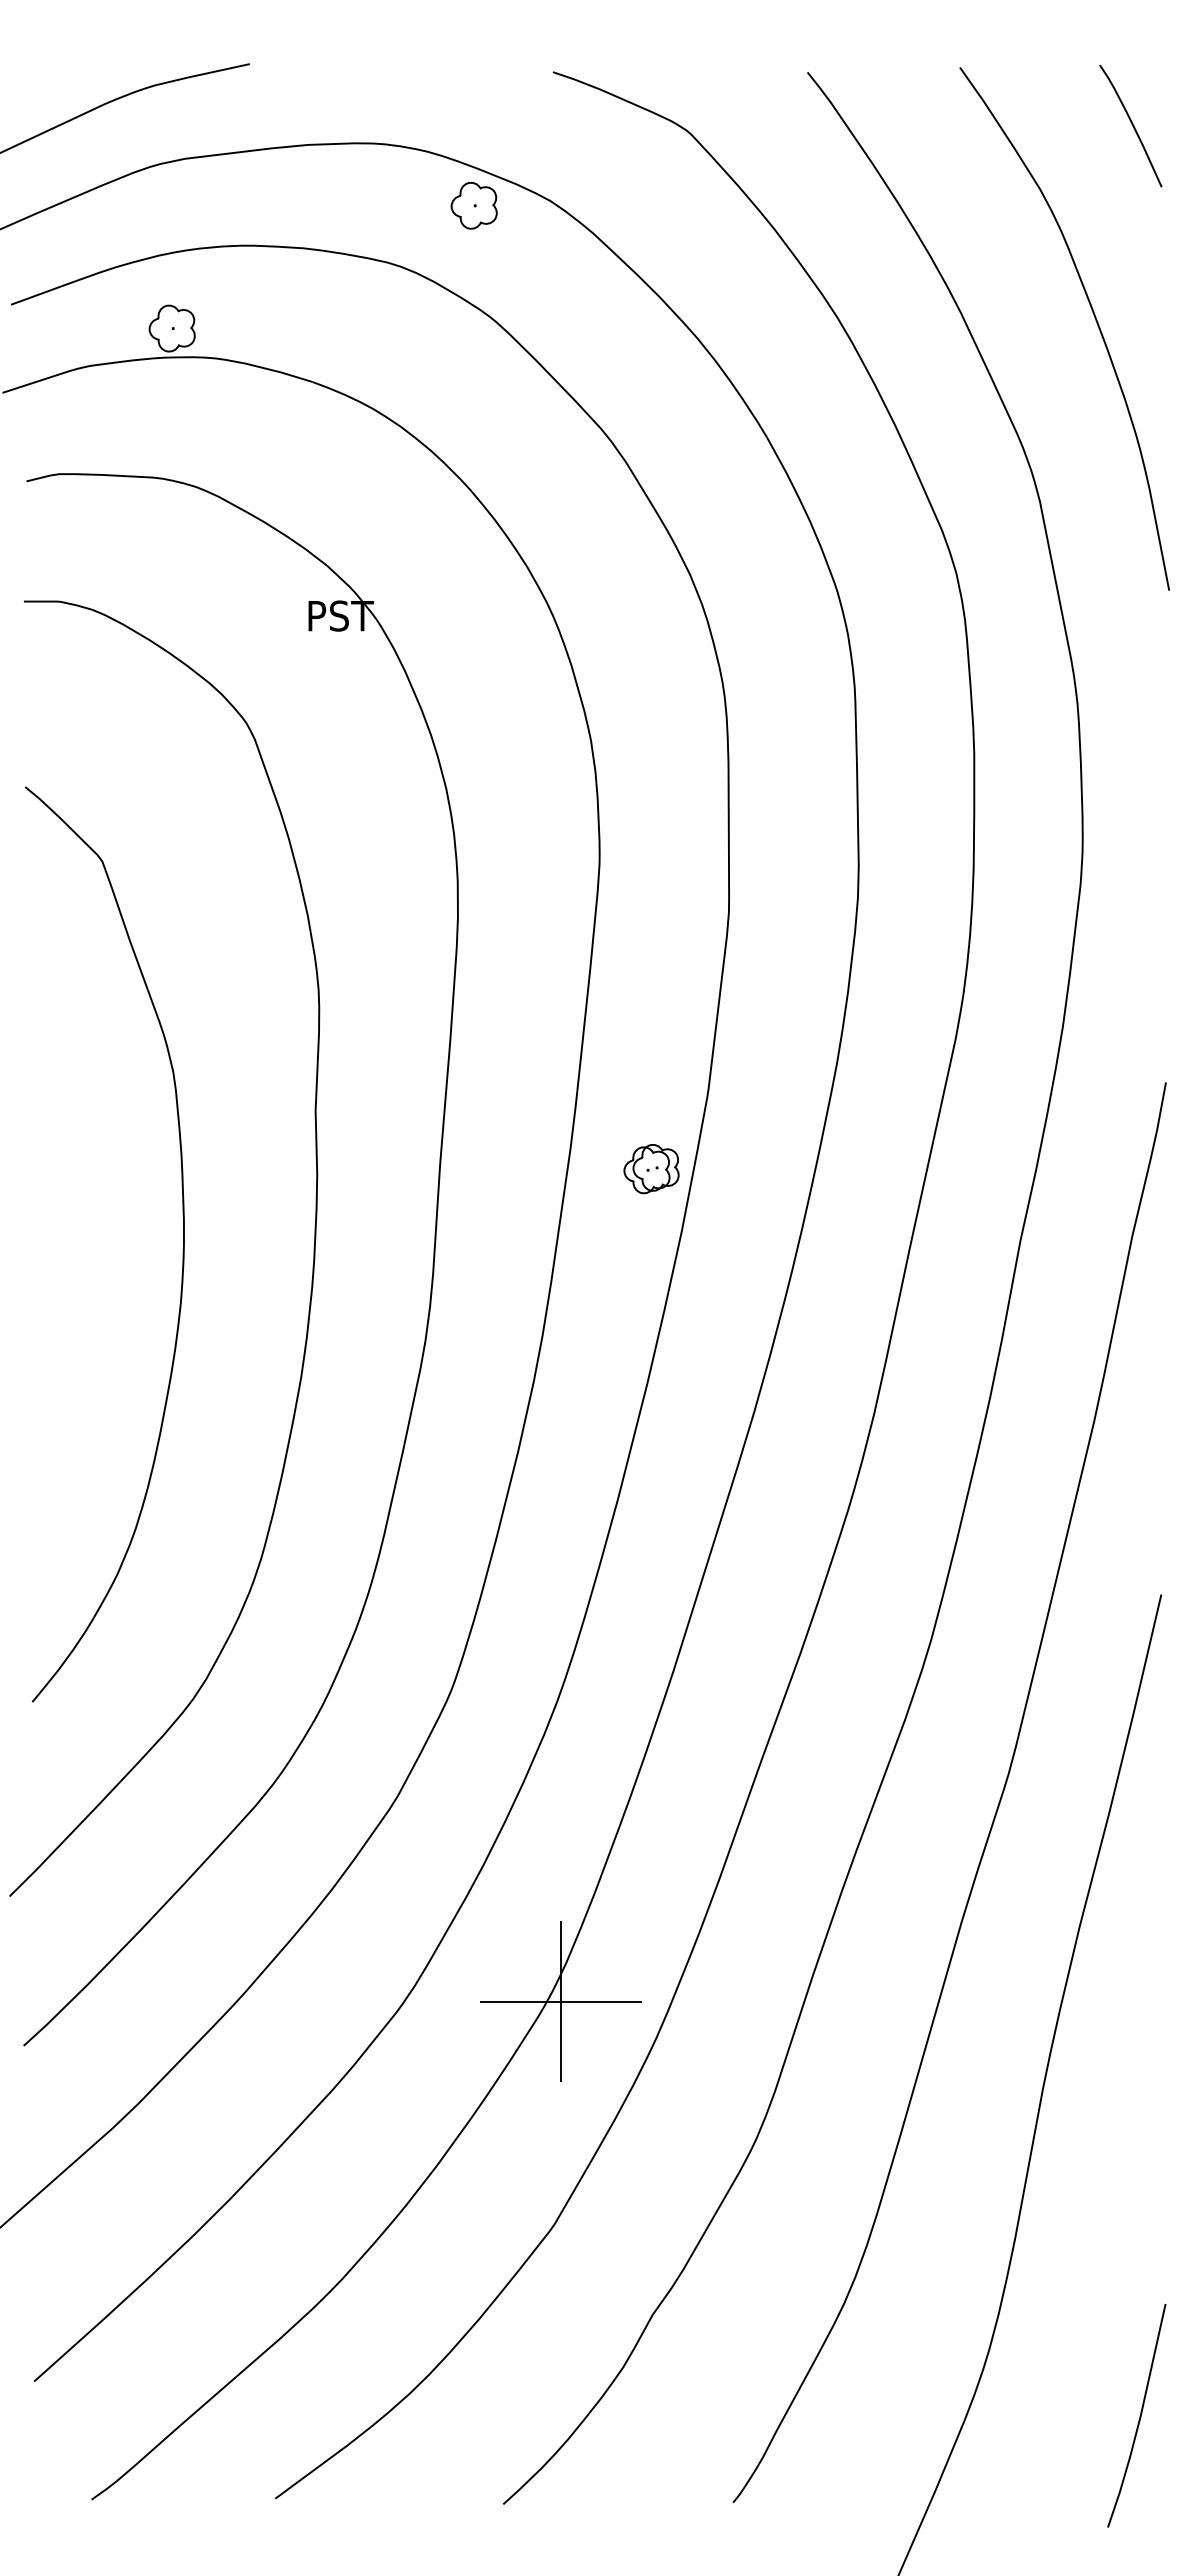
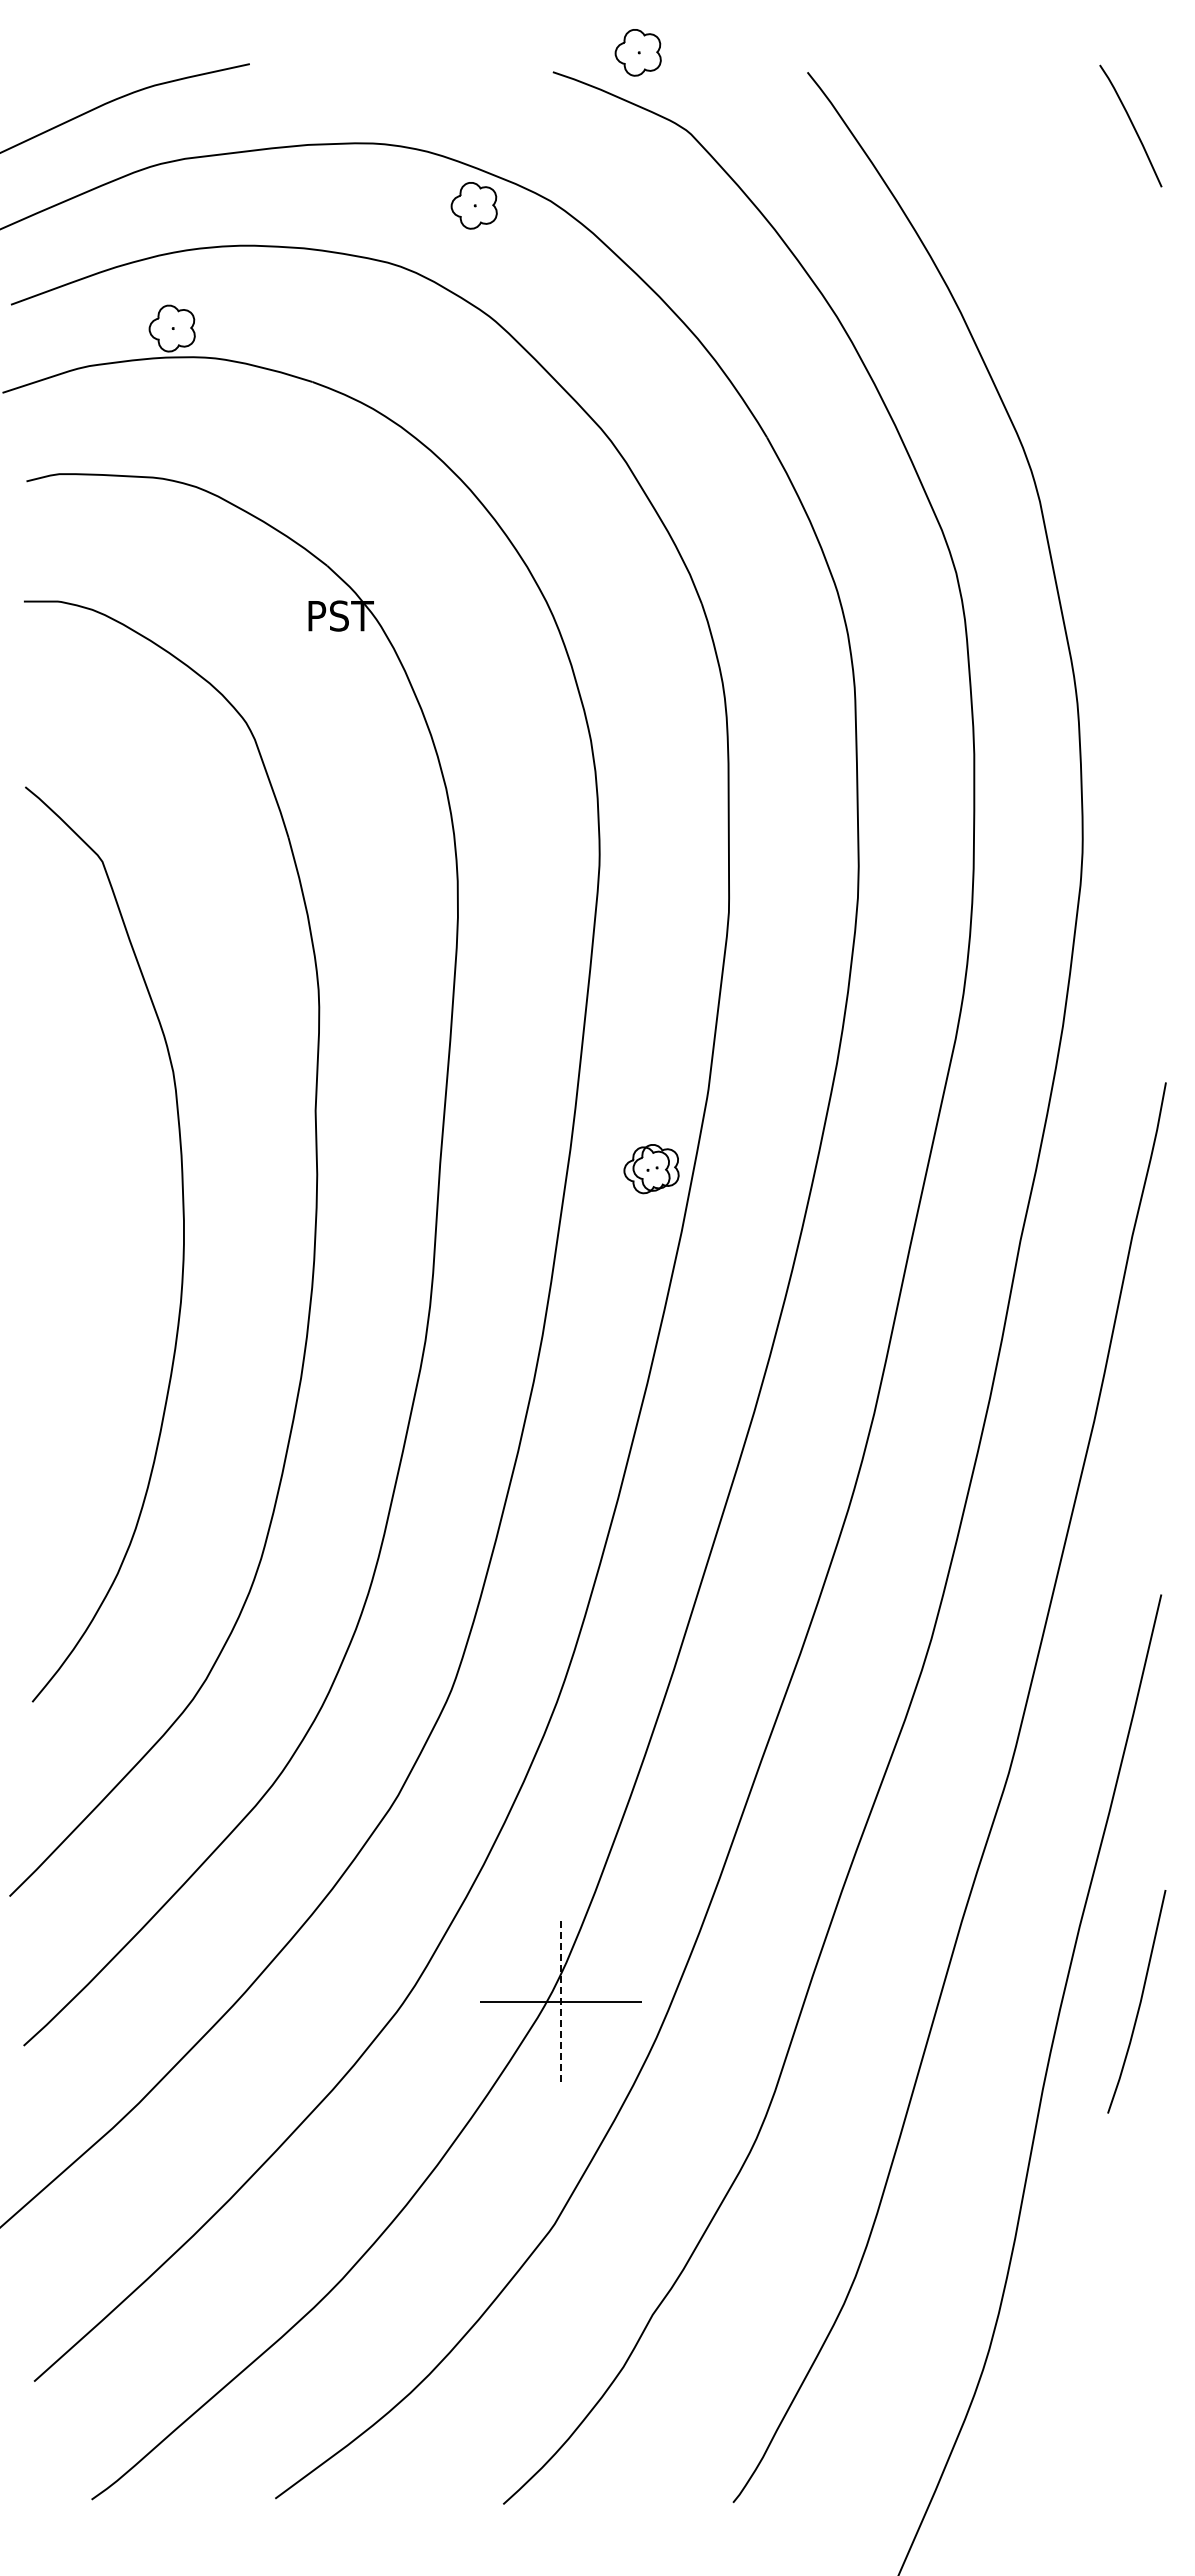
part at (637, 52): none -> present
curve at (1094, 318): present -> none
line at (560, 2001): solid -> dashed
line at (1139, 2415) position: (1139, 2415) -> (1139, 2001)
